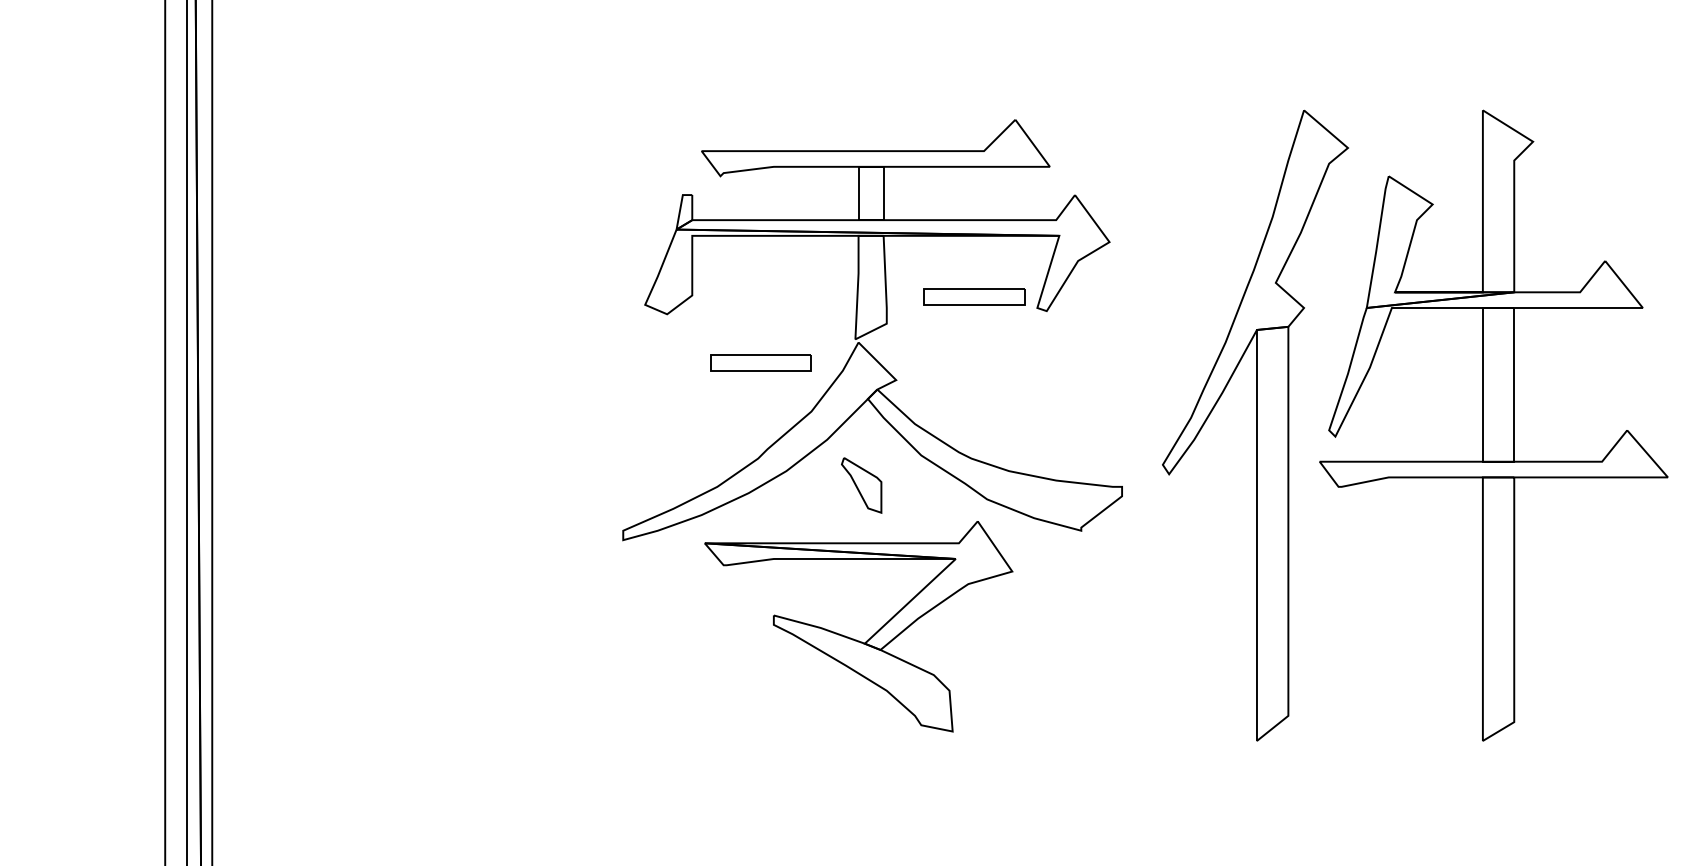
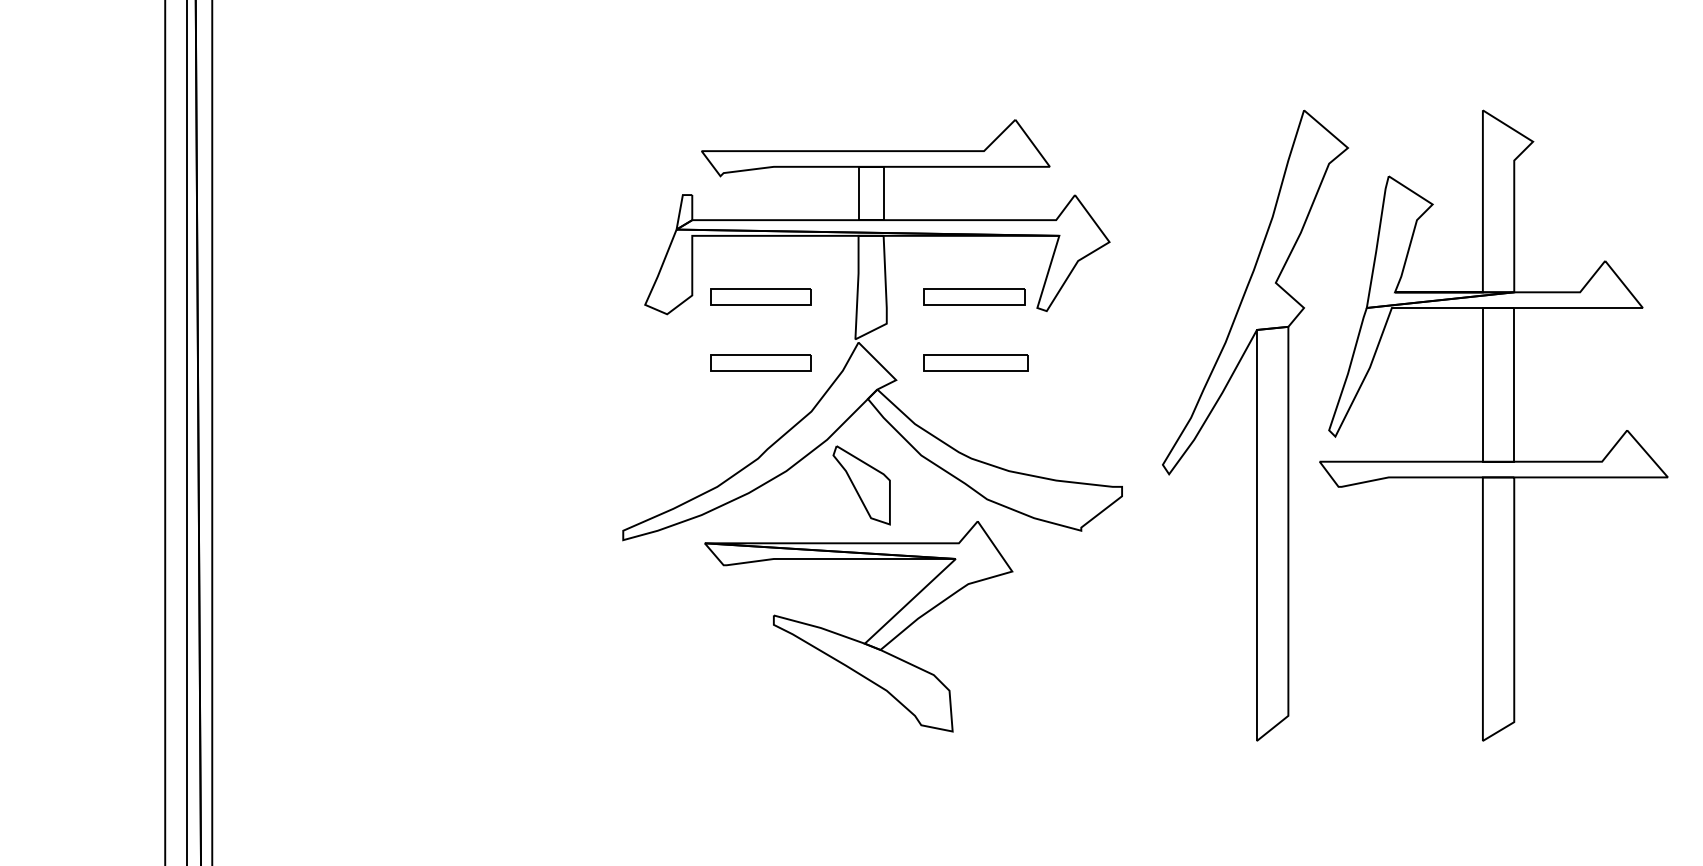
part at (760, 296): none -> present
part at (975, 362): none -> present
part at (861, 485) size: 42x57 px -> 59x81 px
